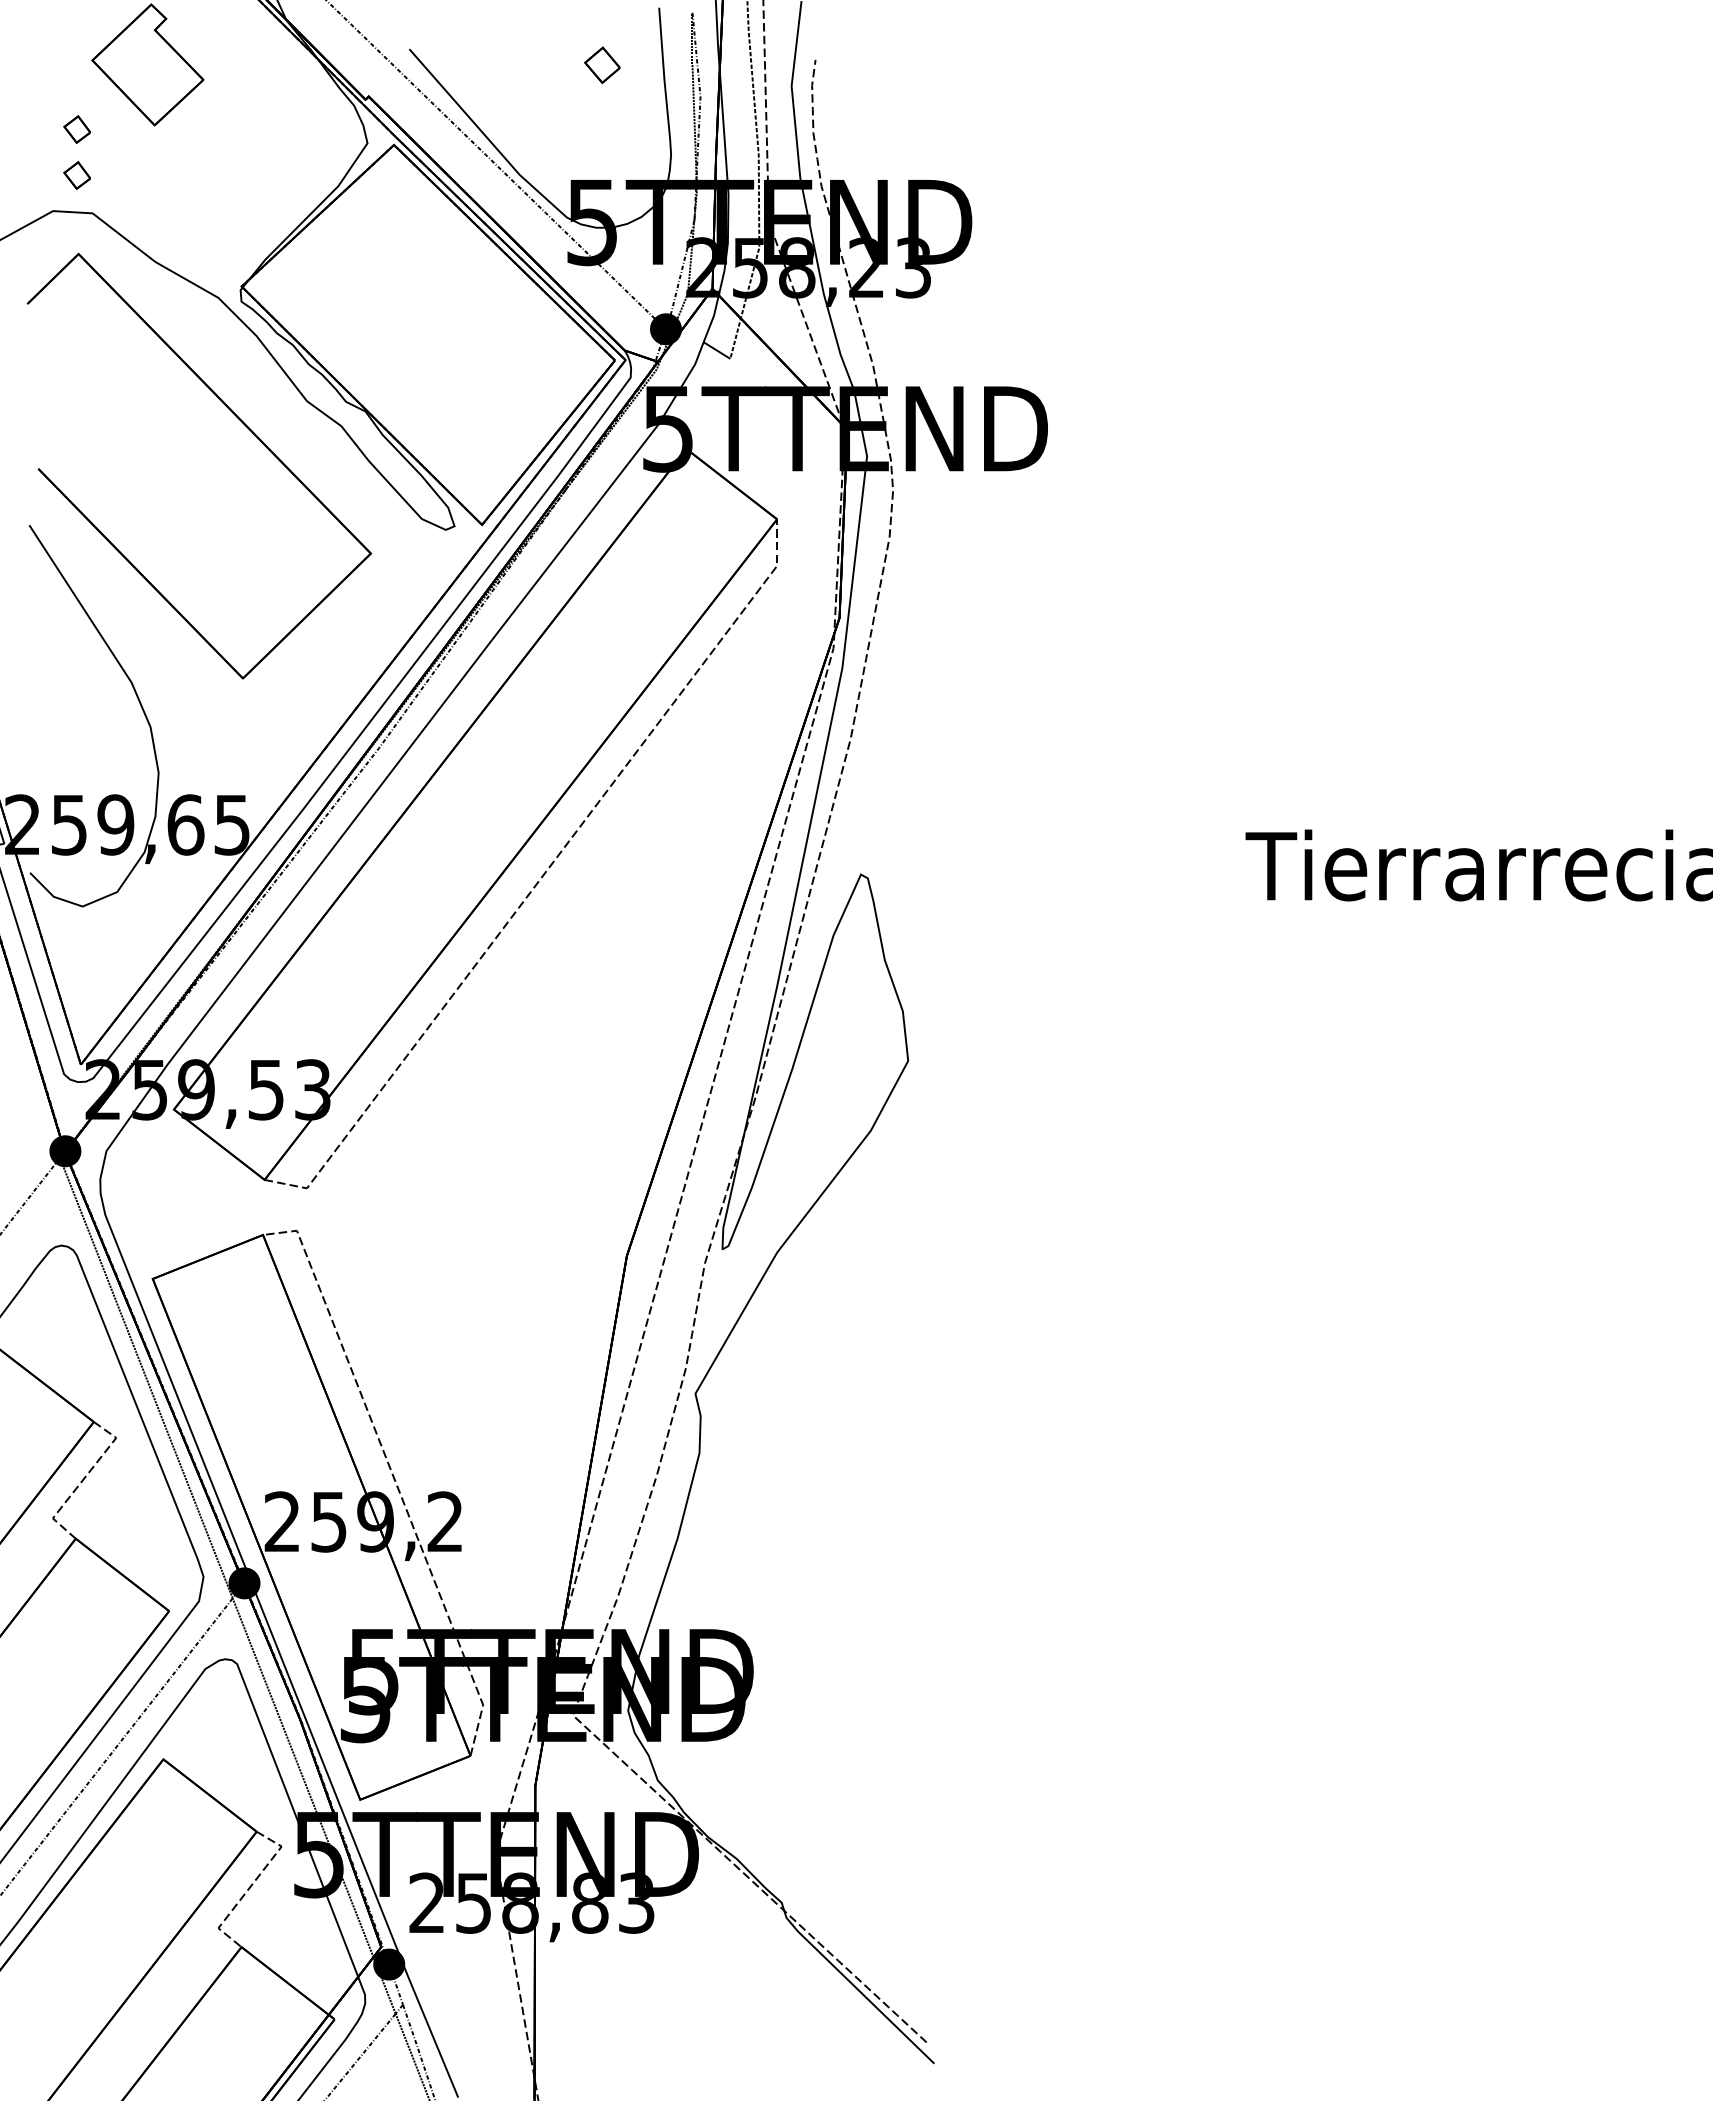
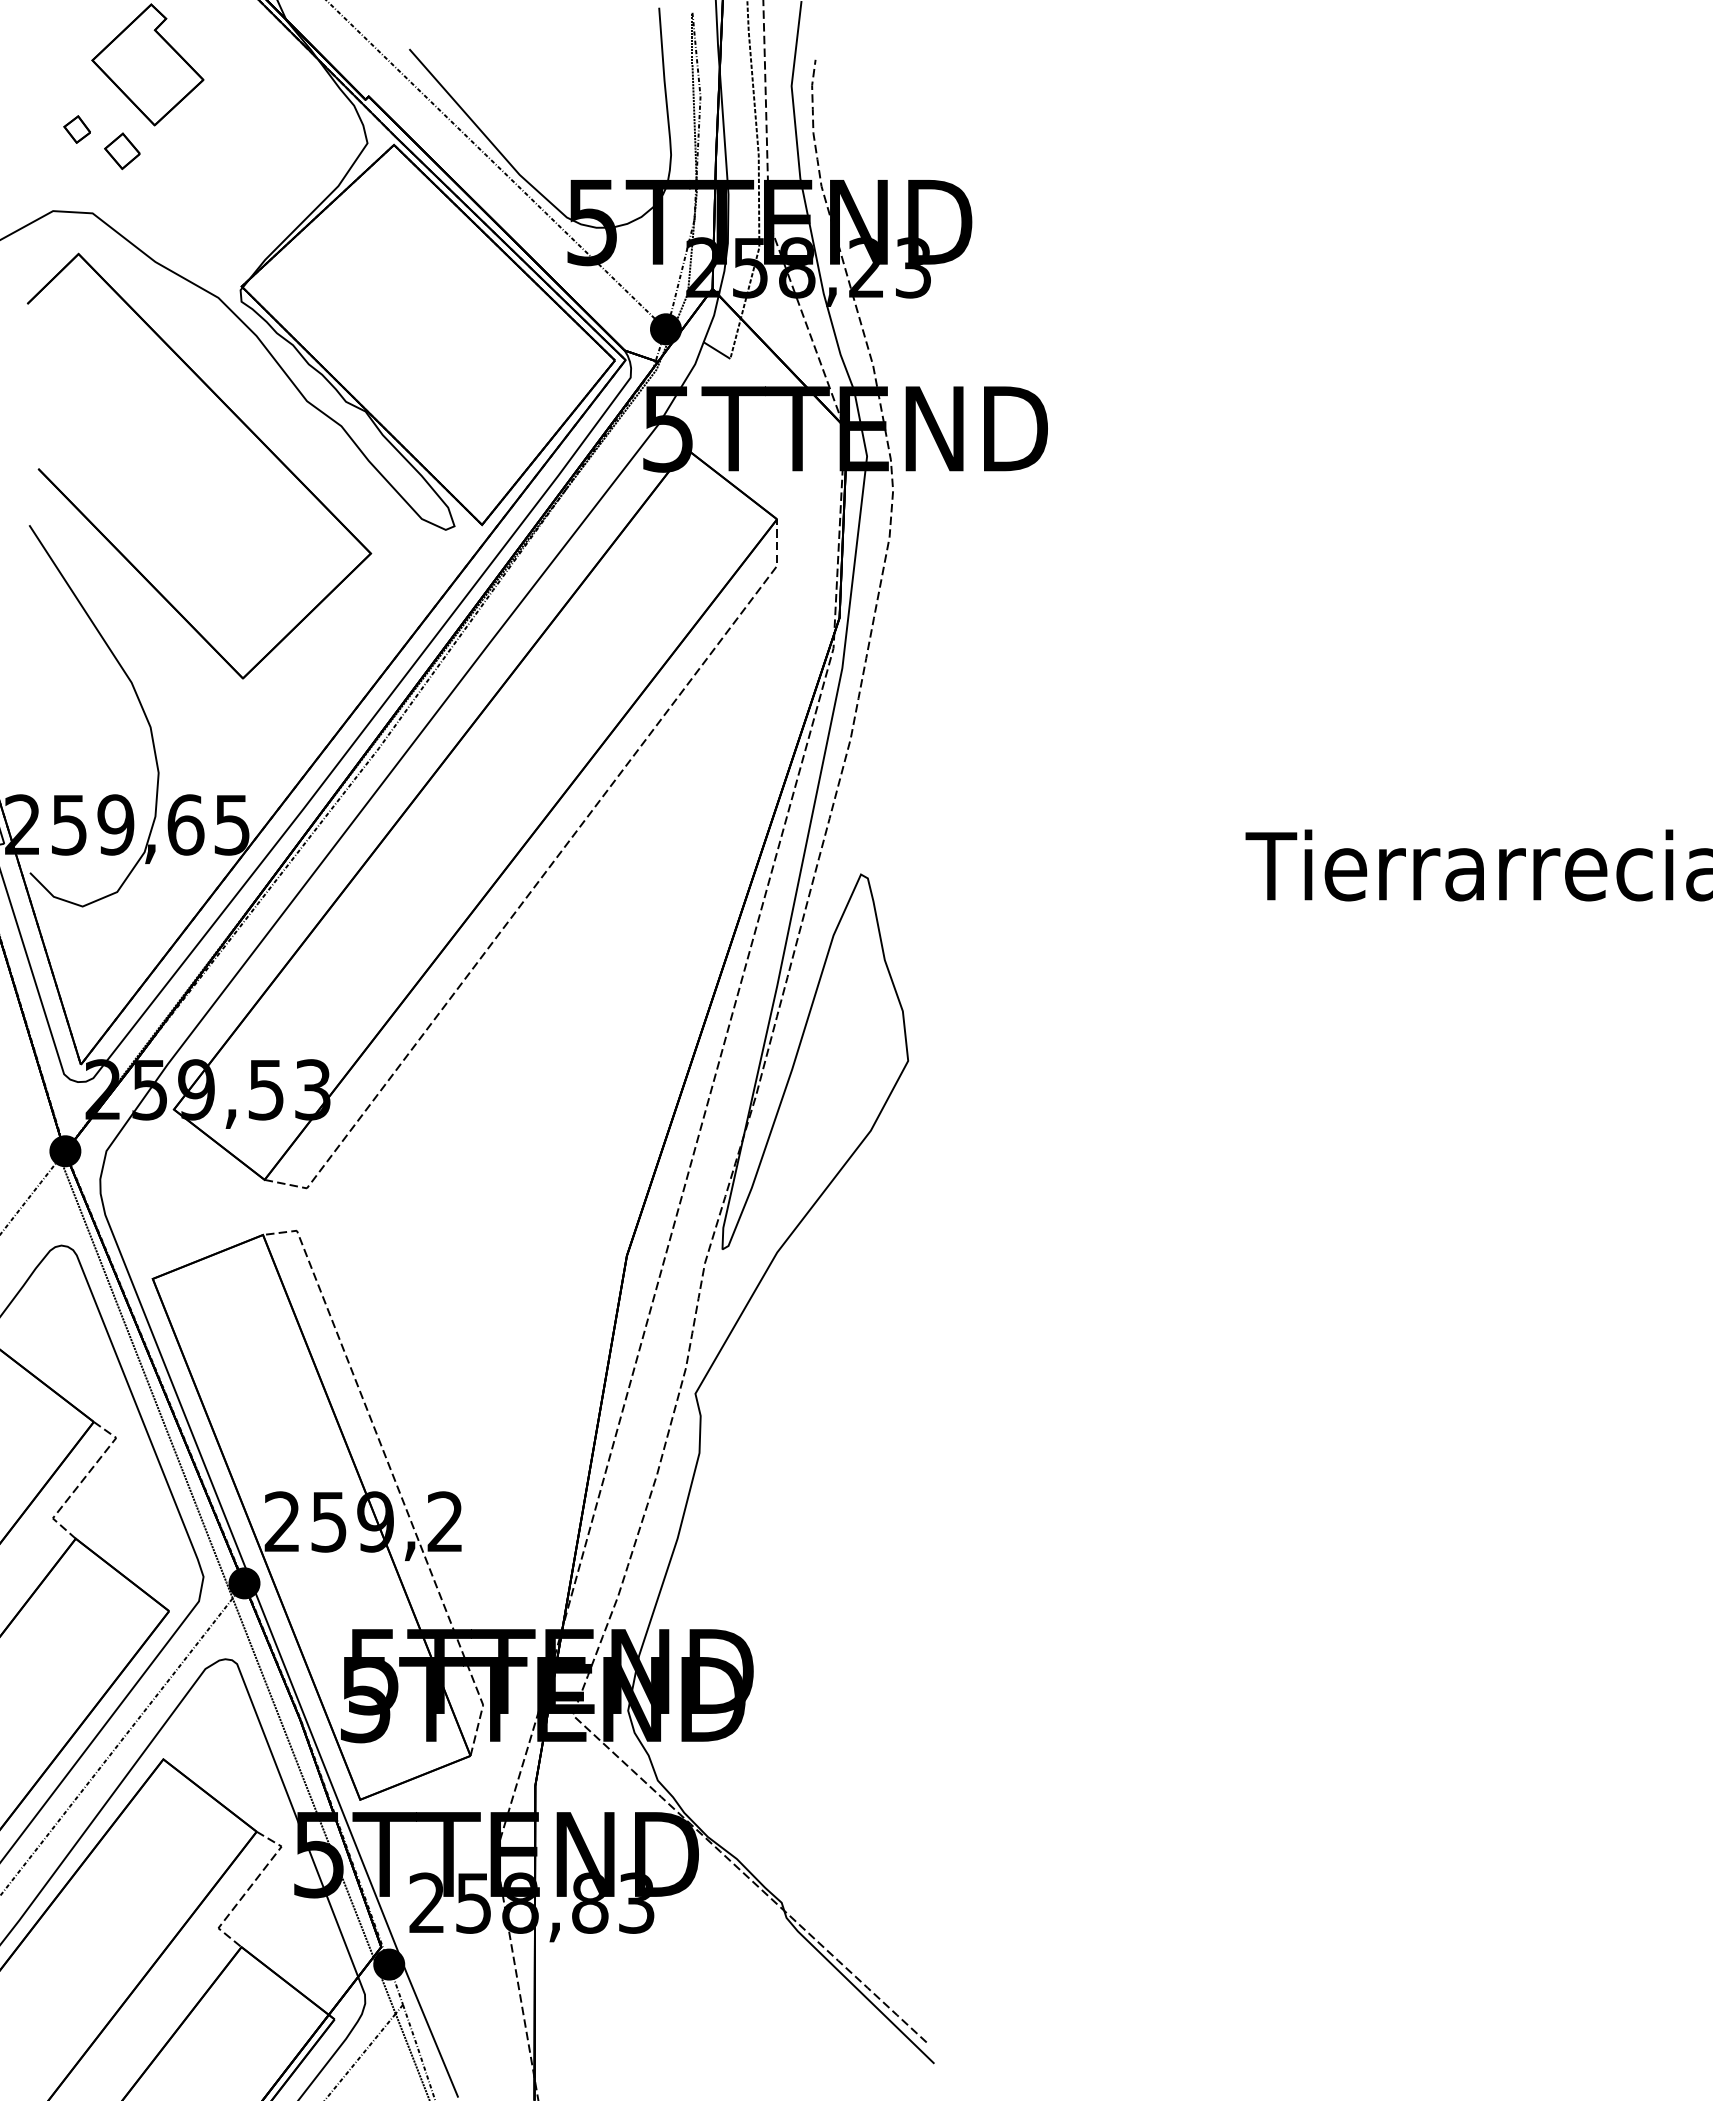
part at (602, 65) position: (602, 65) -> (122, 151)
part at (76, 175): present -> none
